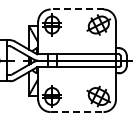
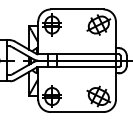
line at (76, 9): dashed -> solid
line at (77, 112): dashed -> solid
